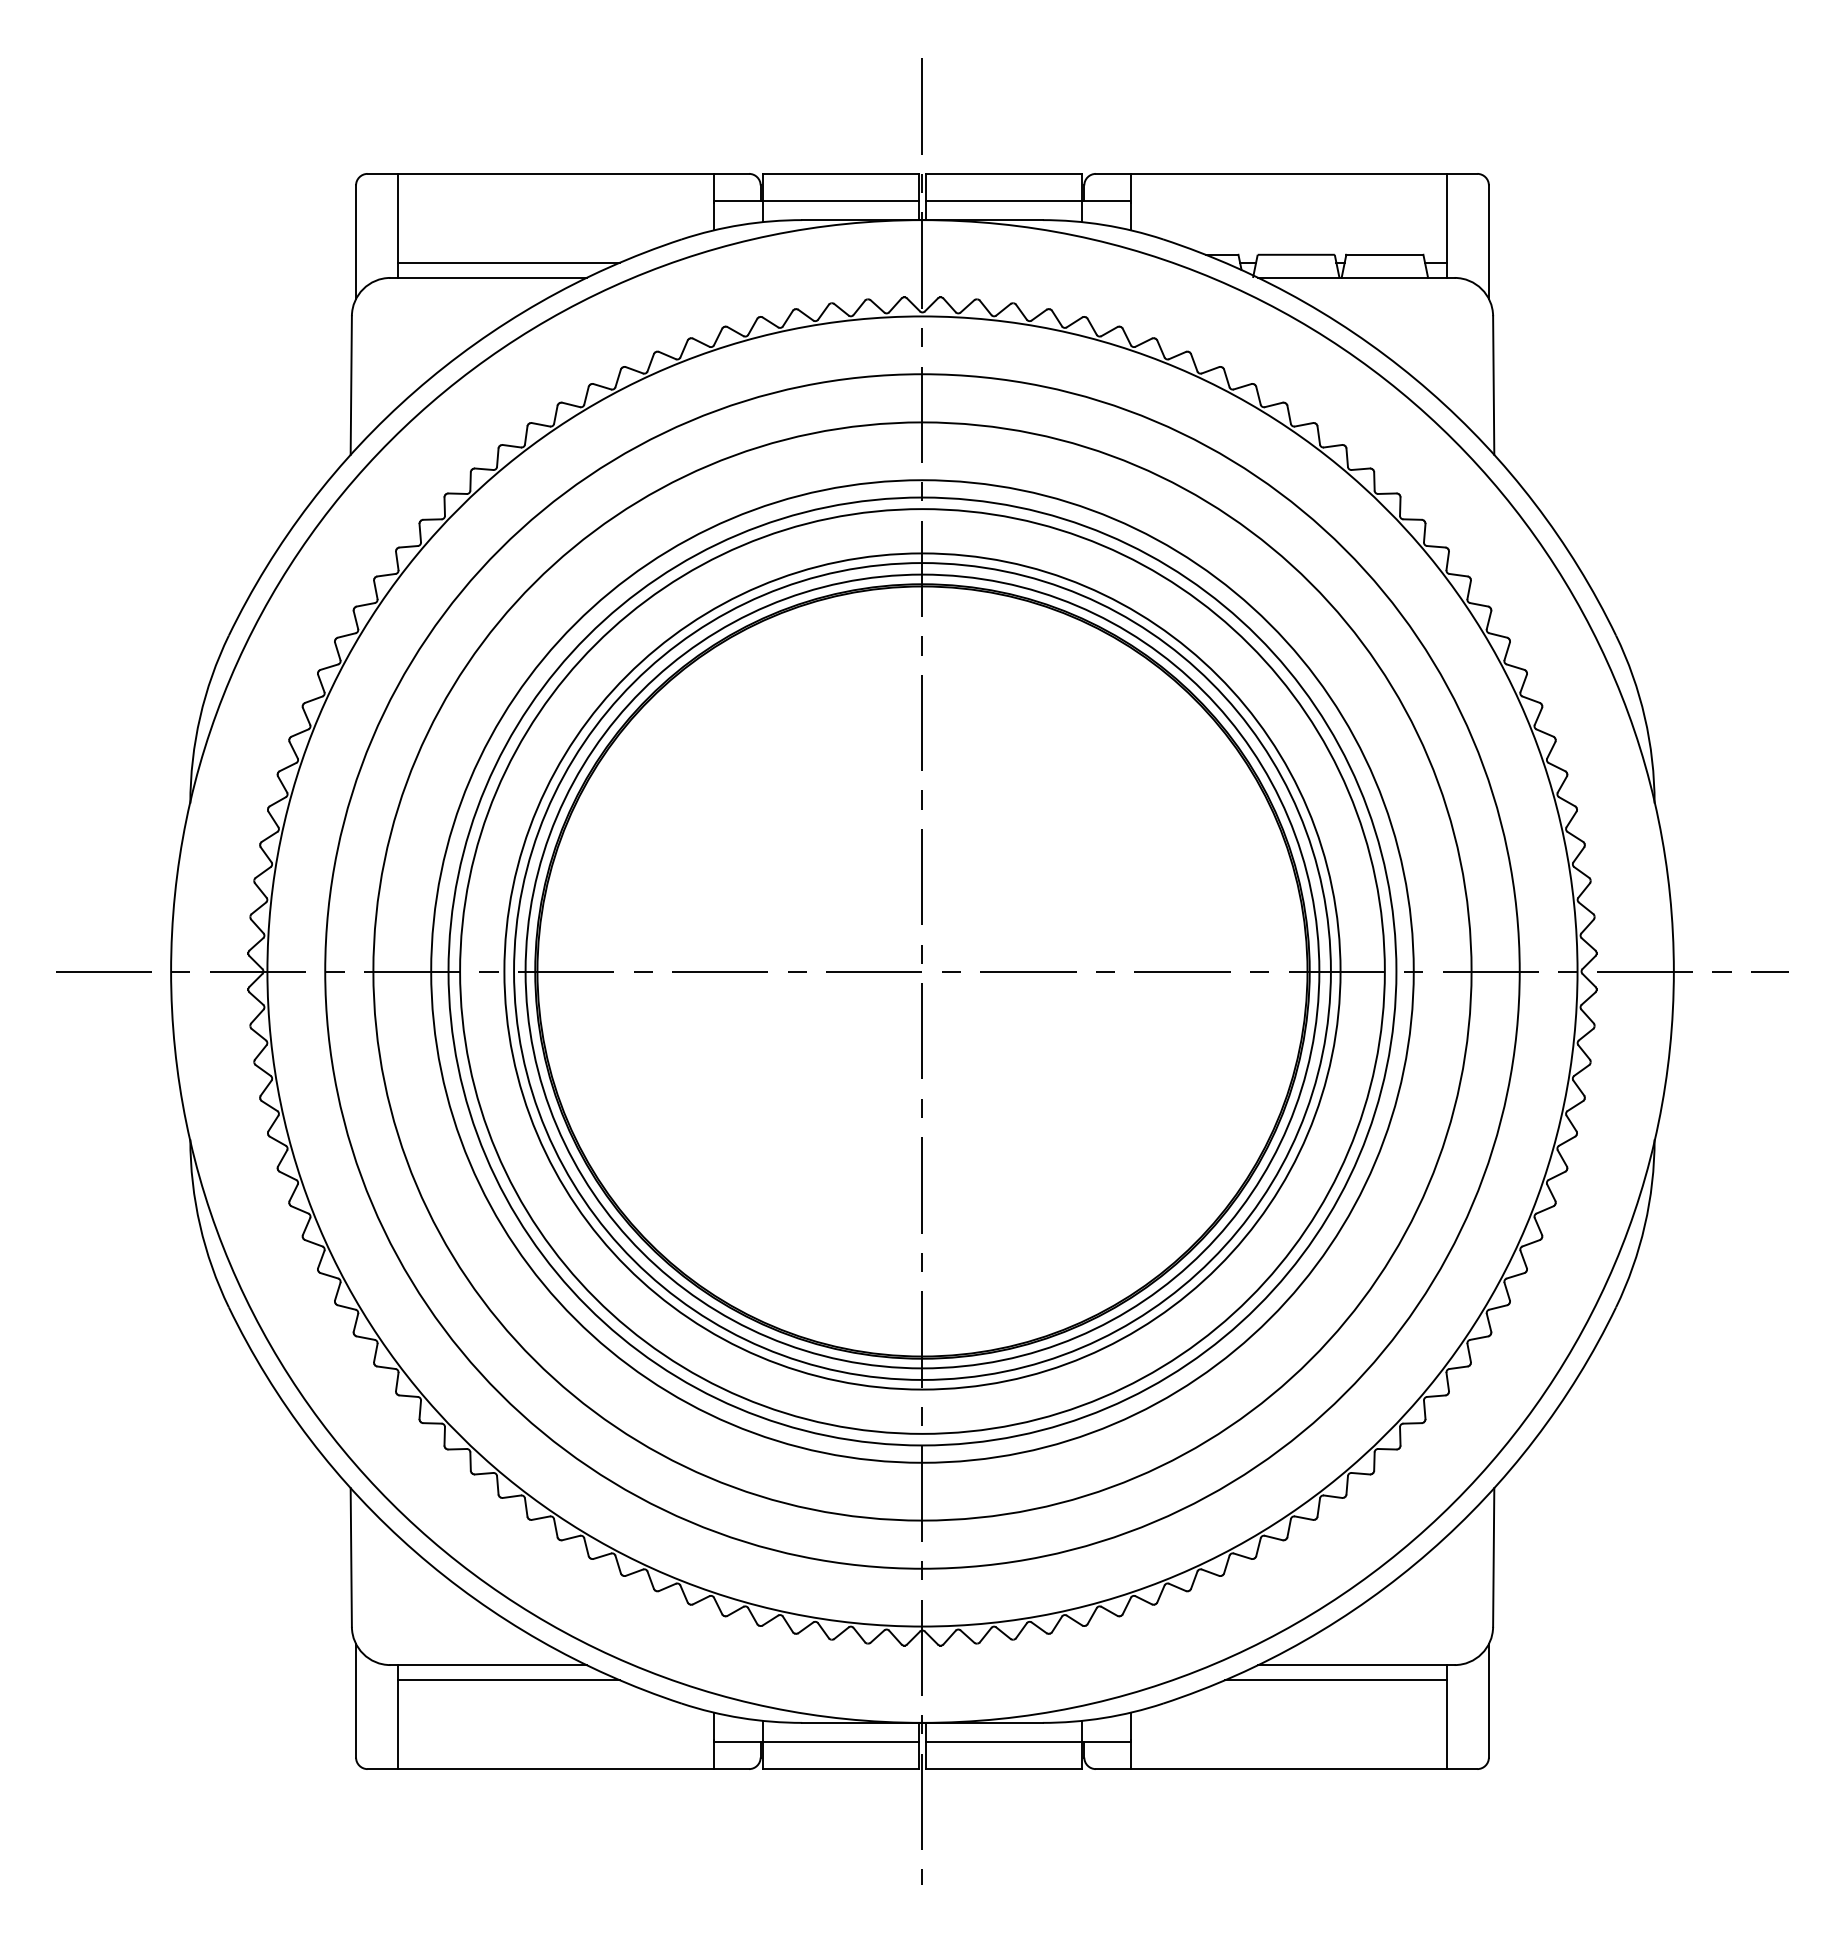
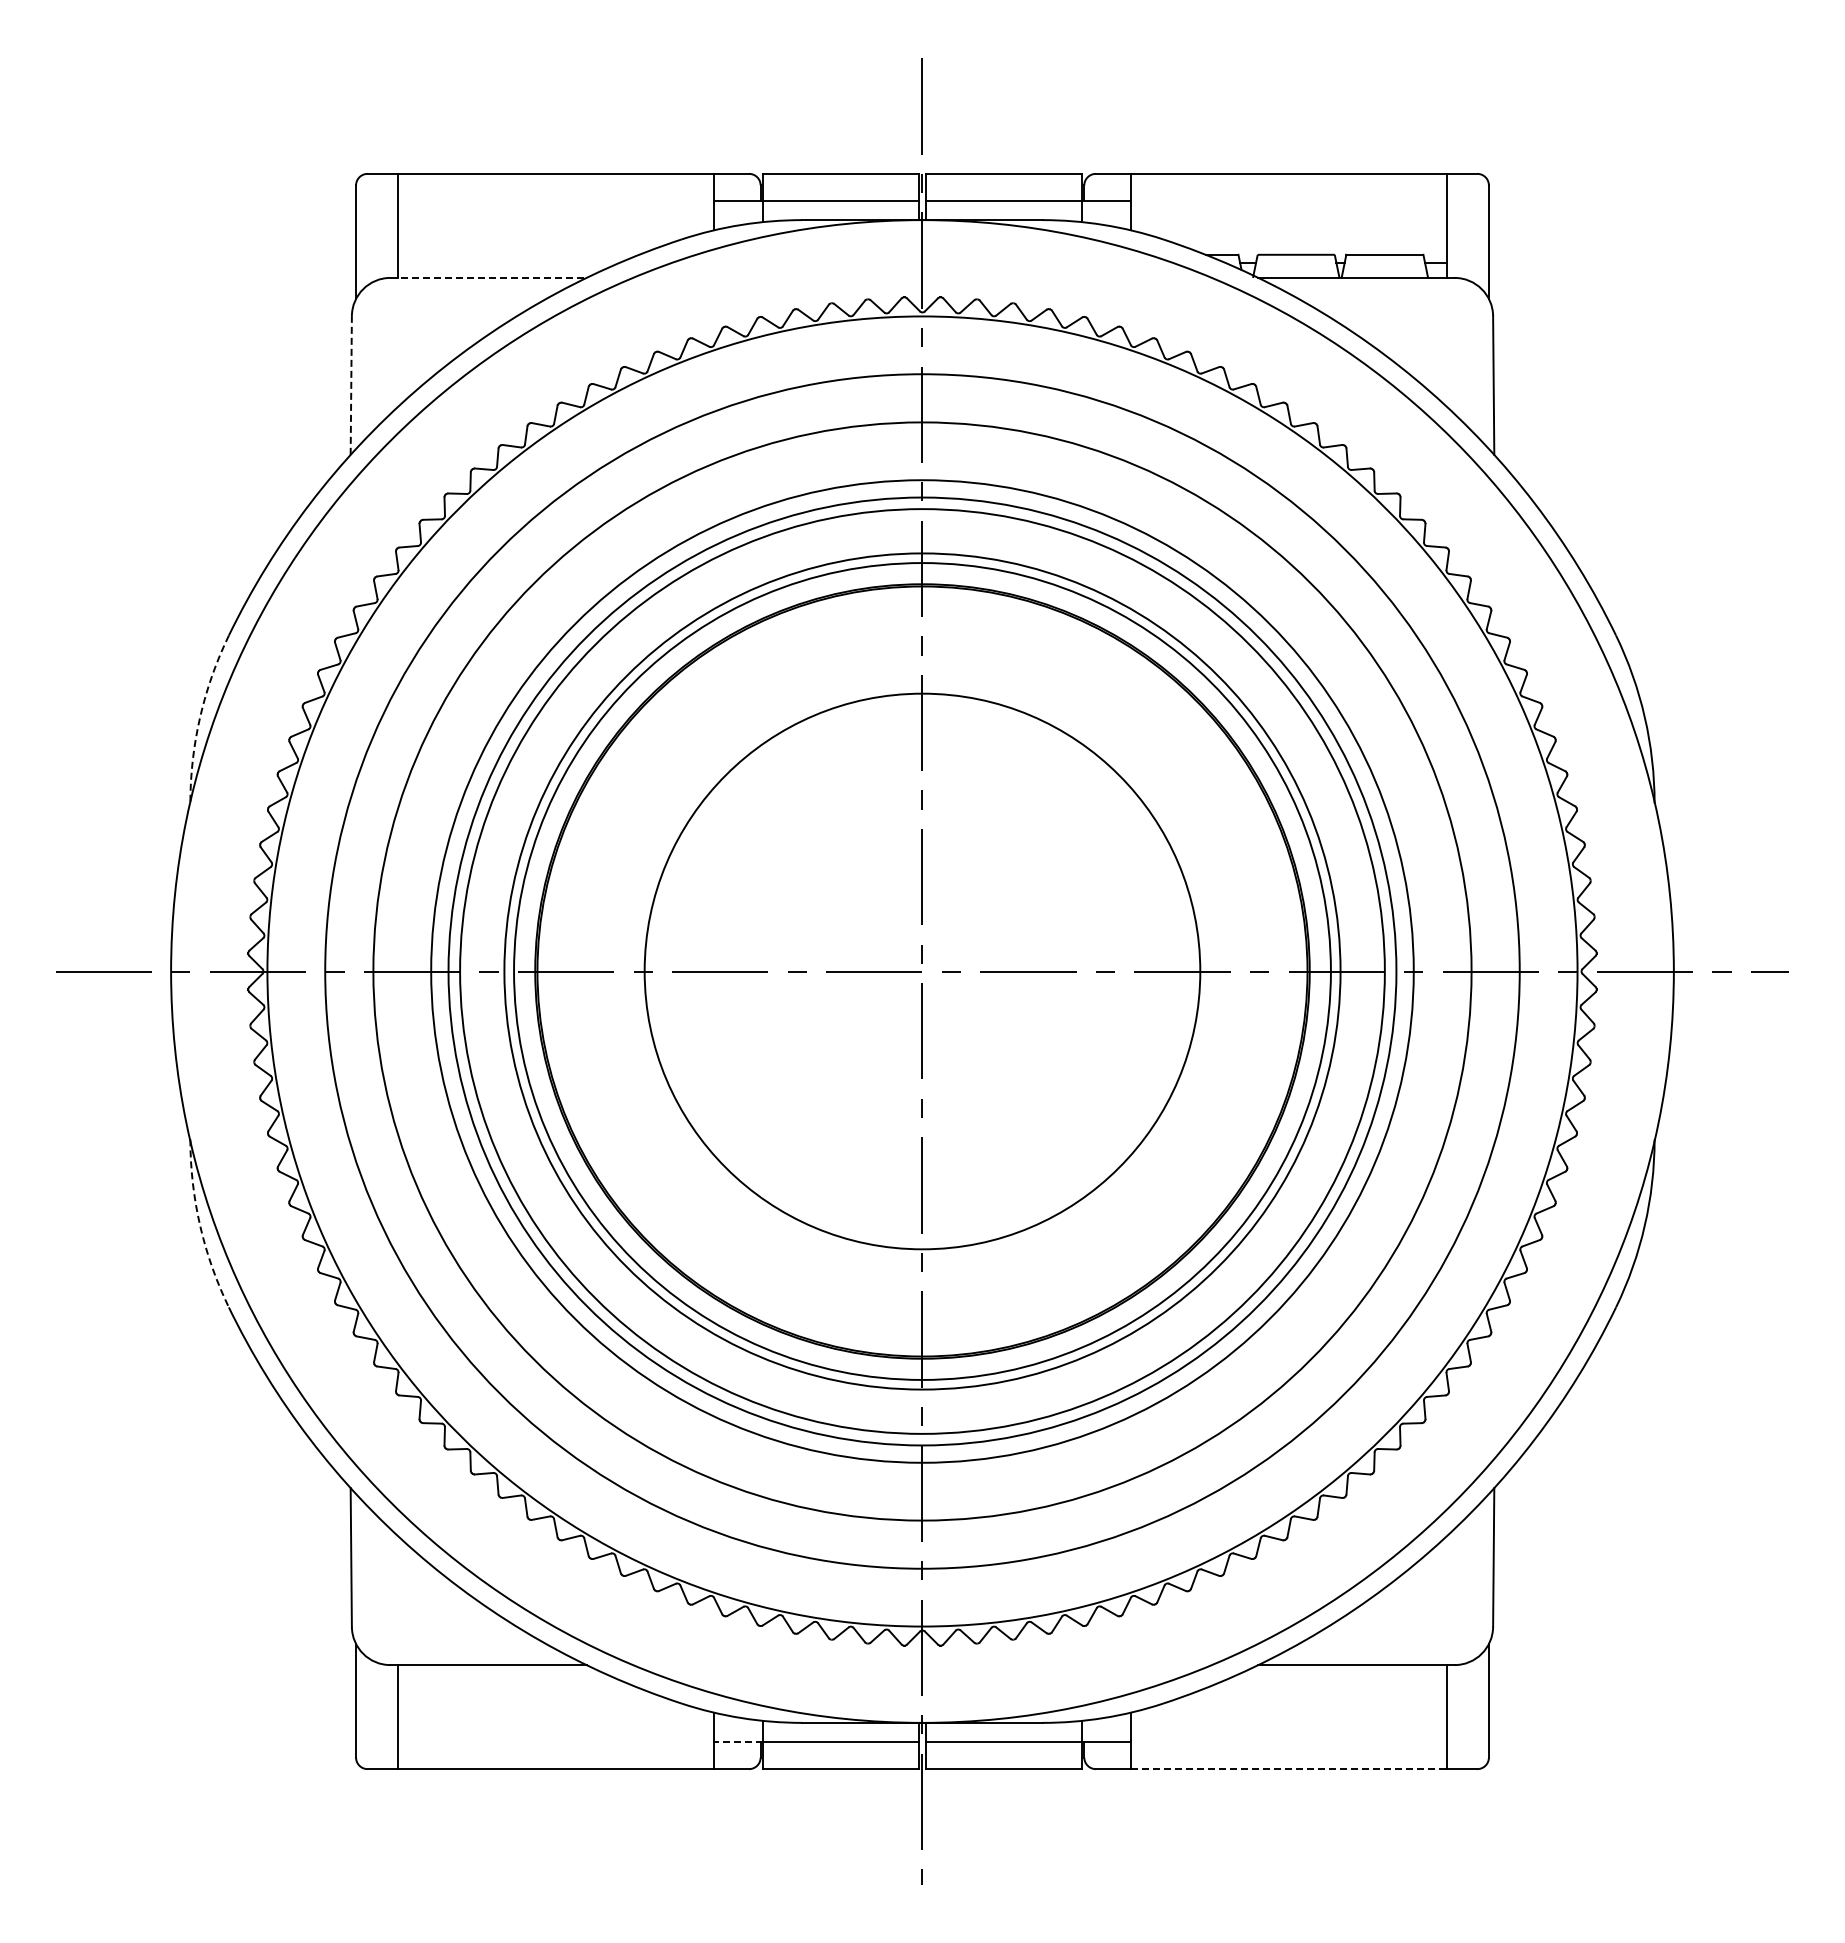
line at (509, 262): present -> none
line at (489, 277): solid -> dashed
line at (351, 384): solid -> dashed
arc at (200, 717): solid -> dashed
circle at (922, 971) diameter: 794 px -> 556 px
arc at (200, 1225): solid -> dashed
line at (509, 1680): present -> none
line at (1335, 1680): present -> none
line at (738, 1742): solid -> dashed
line at (1288, 1769): solid -> dashed
